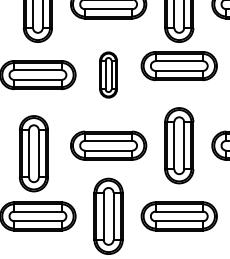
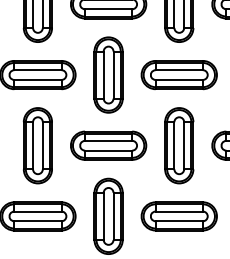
part at (178, 66) position: (178, 66) -> (178, 75)
part at (108, 74) size: 19x48 px -> 31x78 px
part at (33, 153) position: (33, 153) -> (37, 145)
